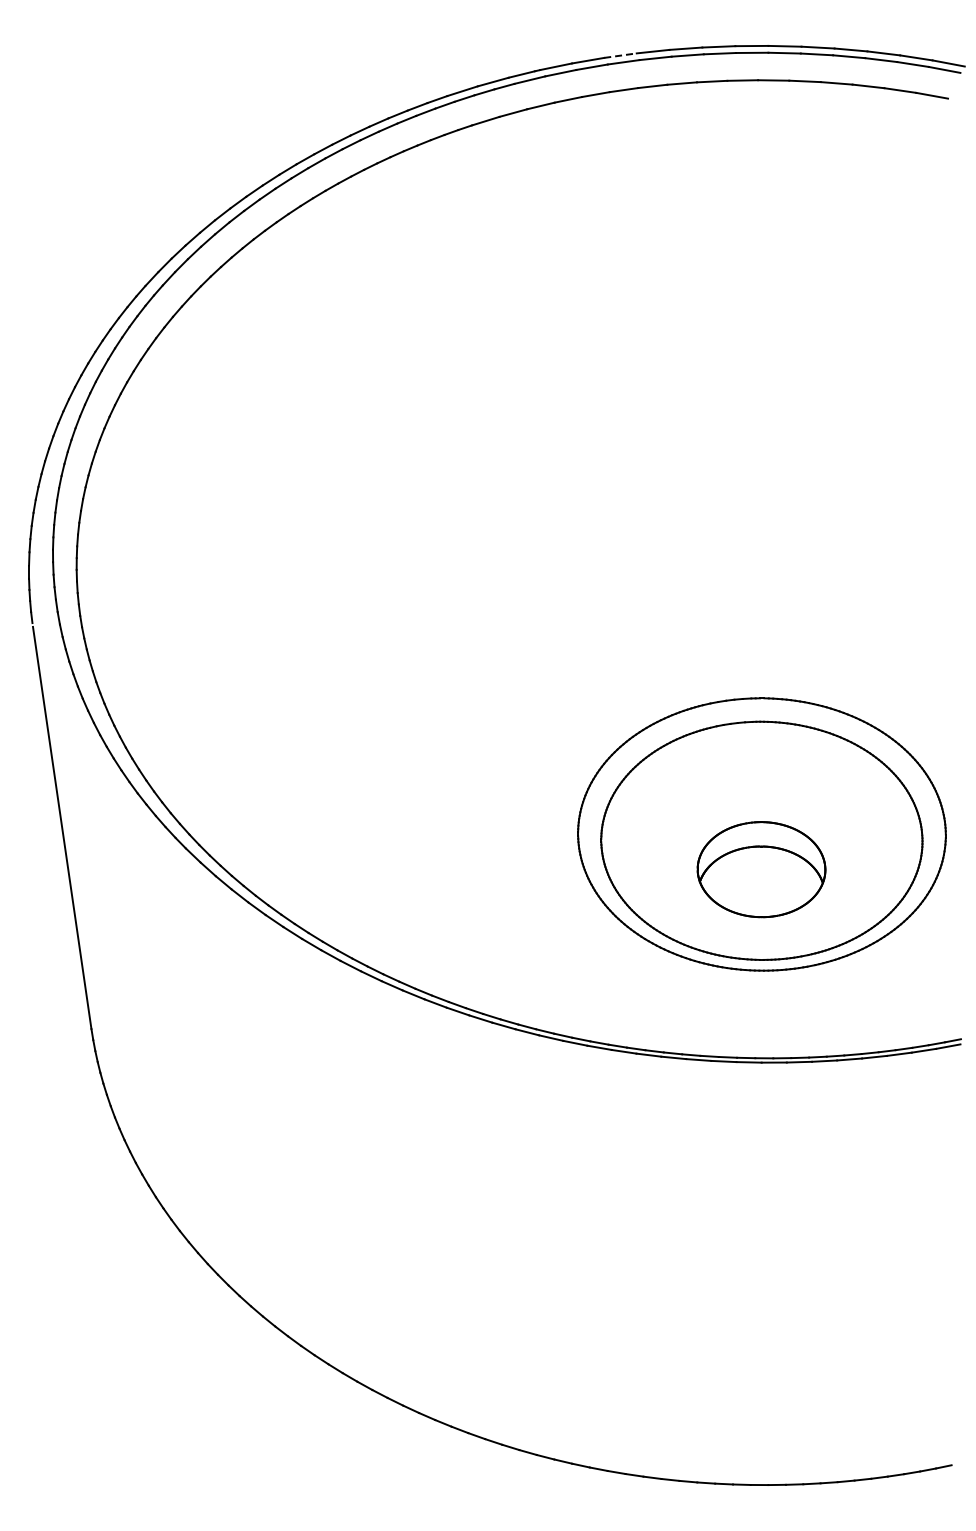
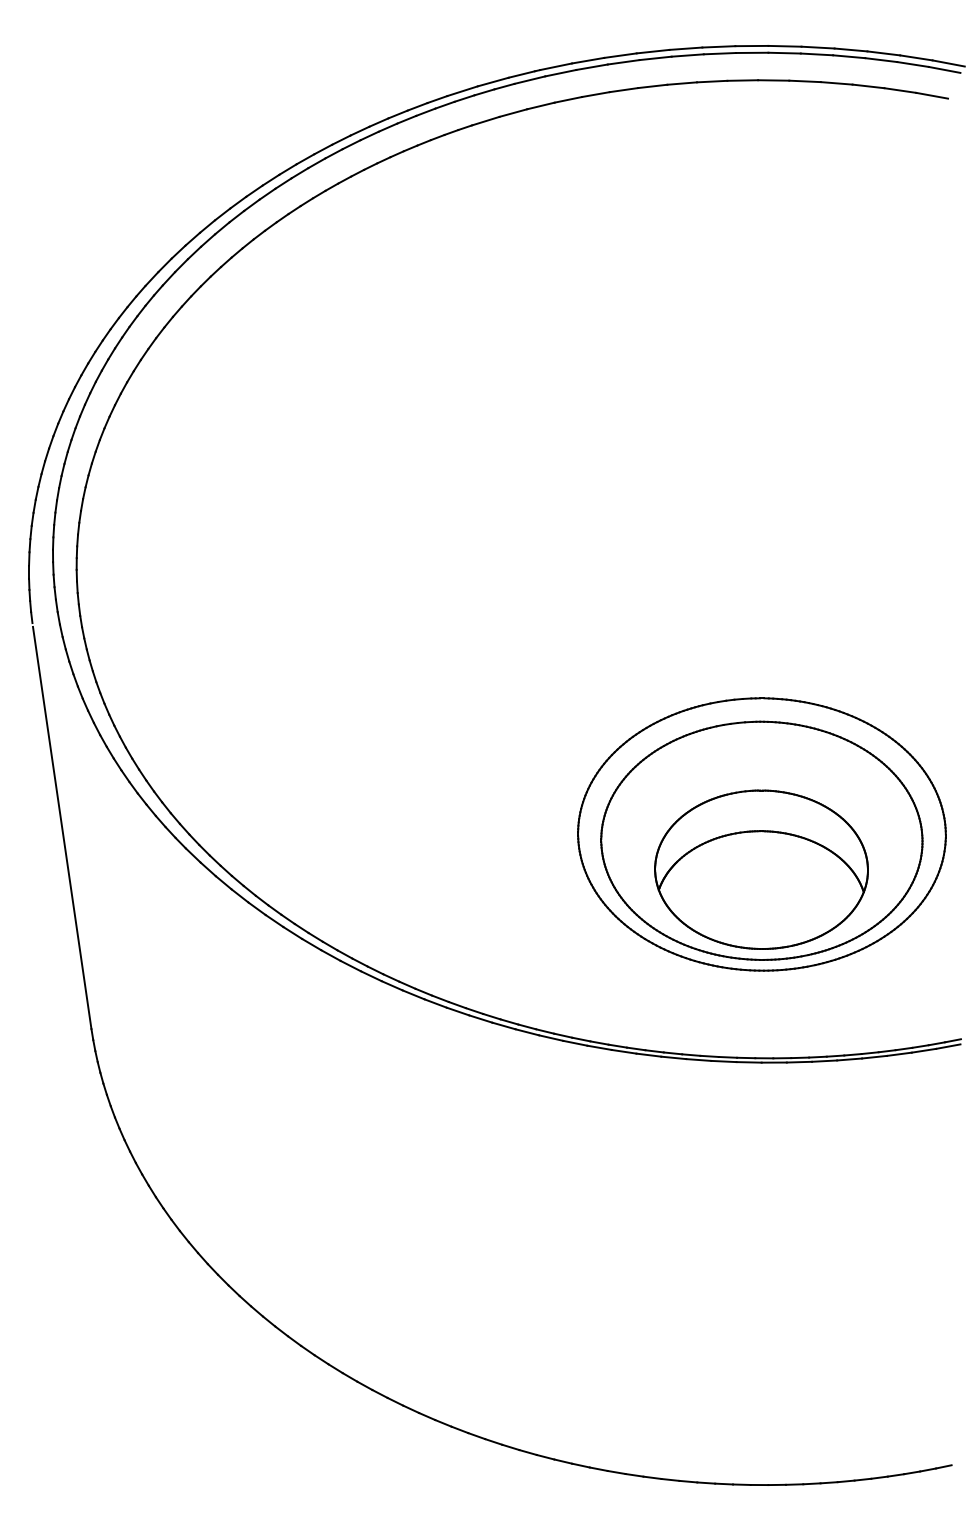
line at (620, 55): dashed -> solid
part at (761, 869) size: 131x98 px -> 215x161 px
